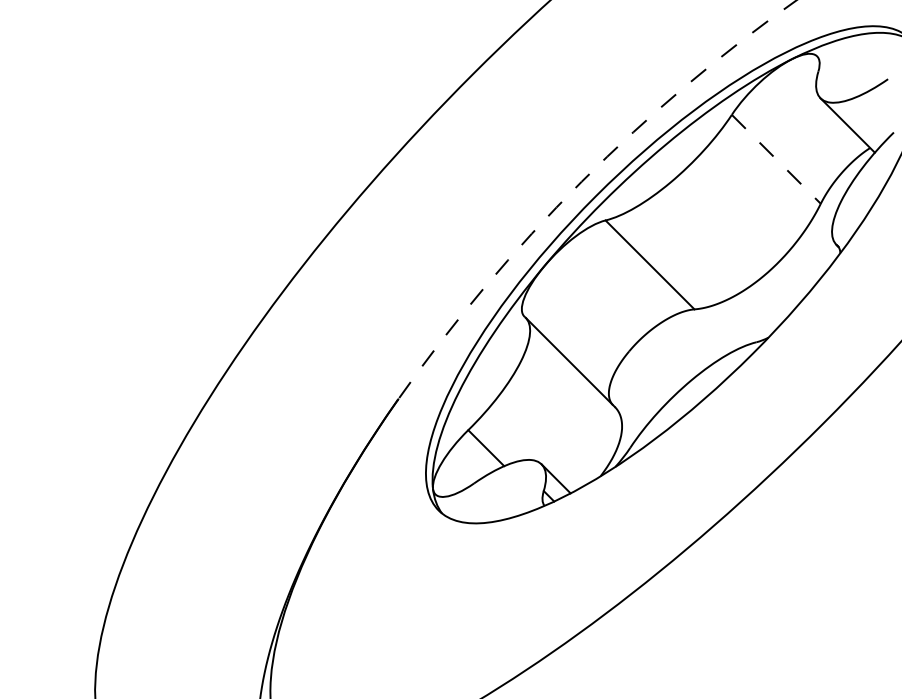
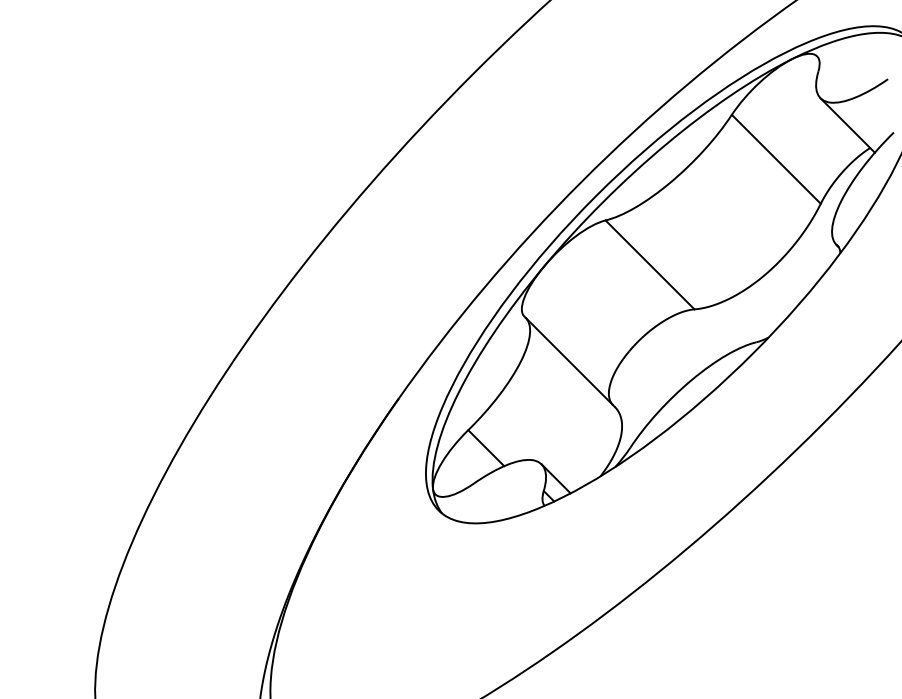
line at (776, 159): dashed -> solid
arc at (580, 183): dashed -> solid
